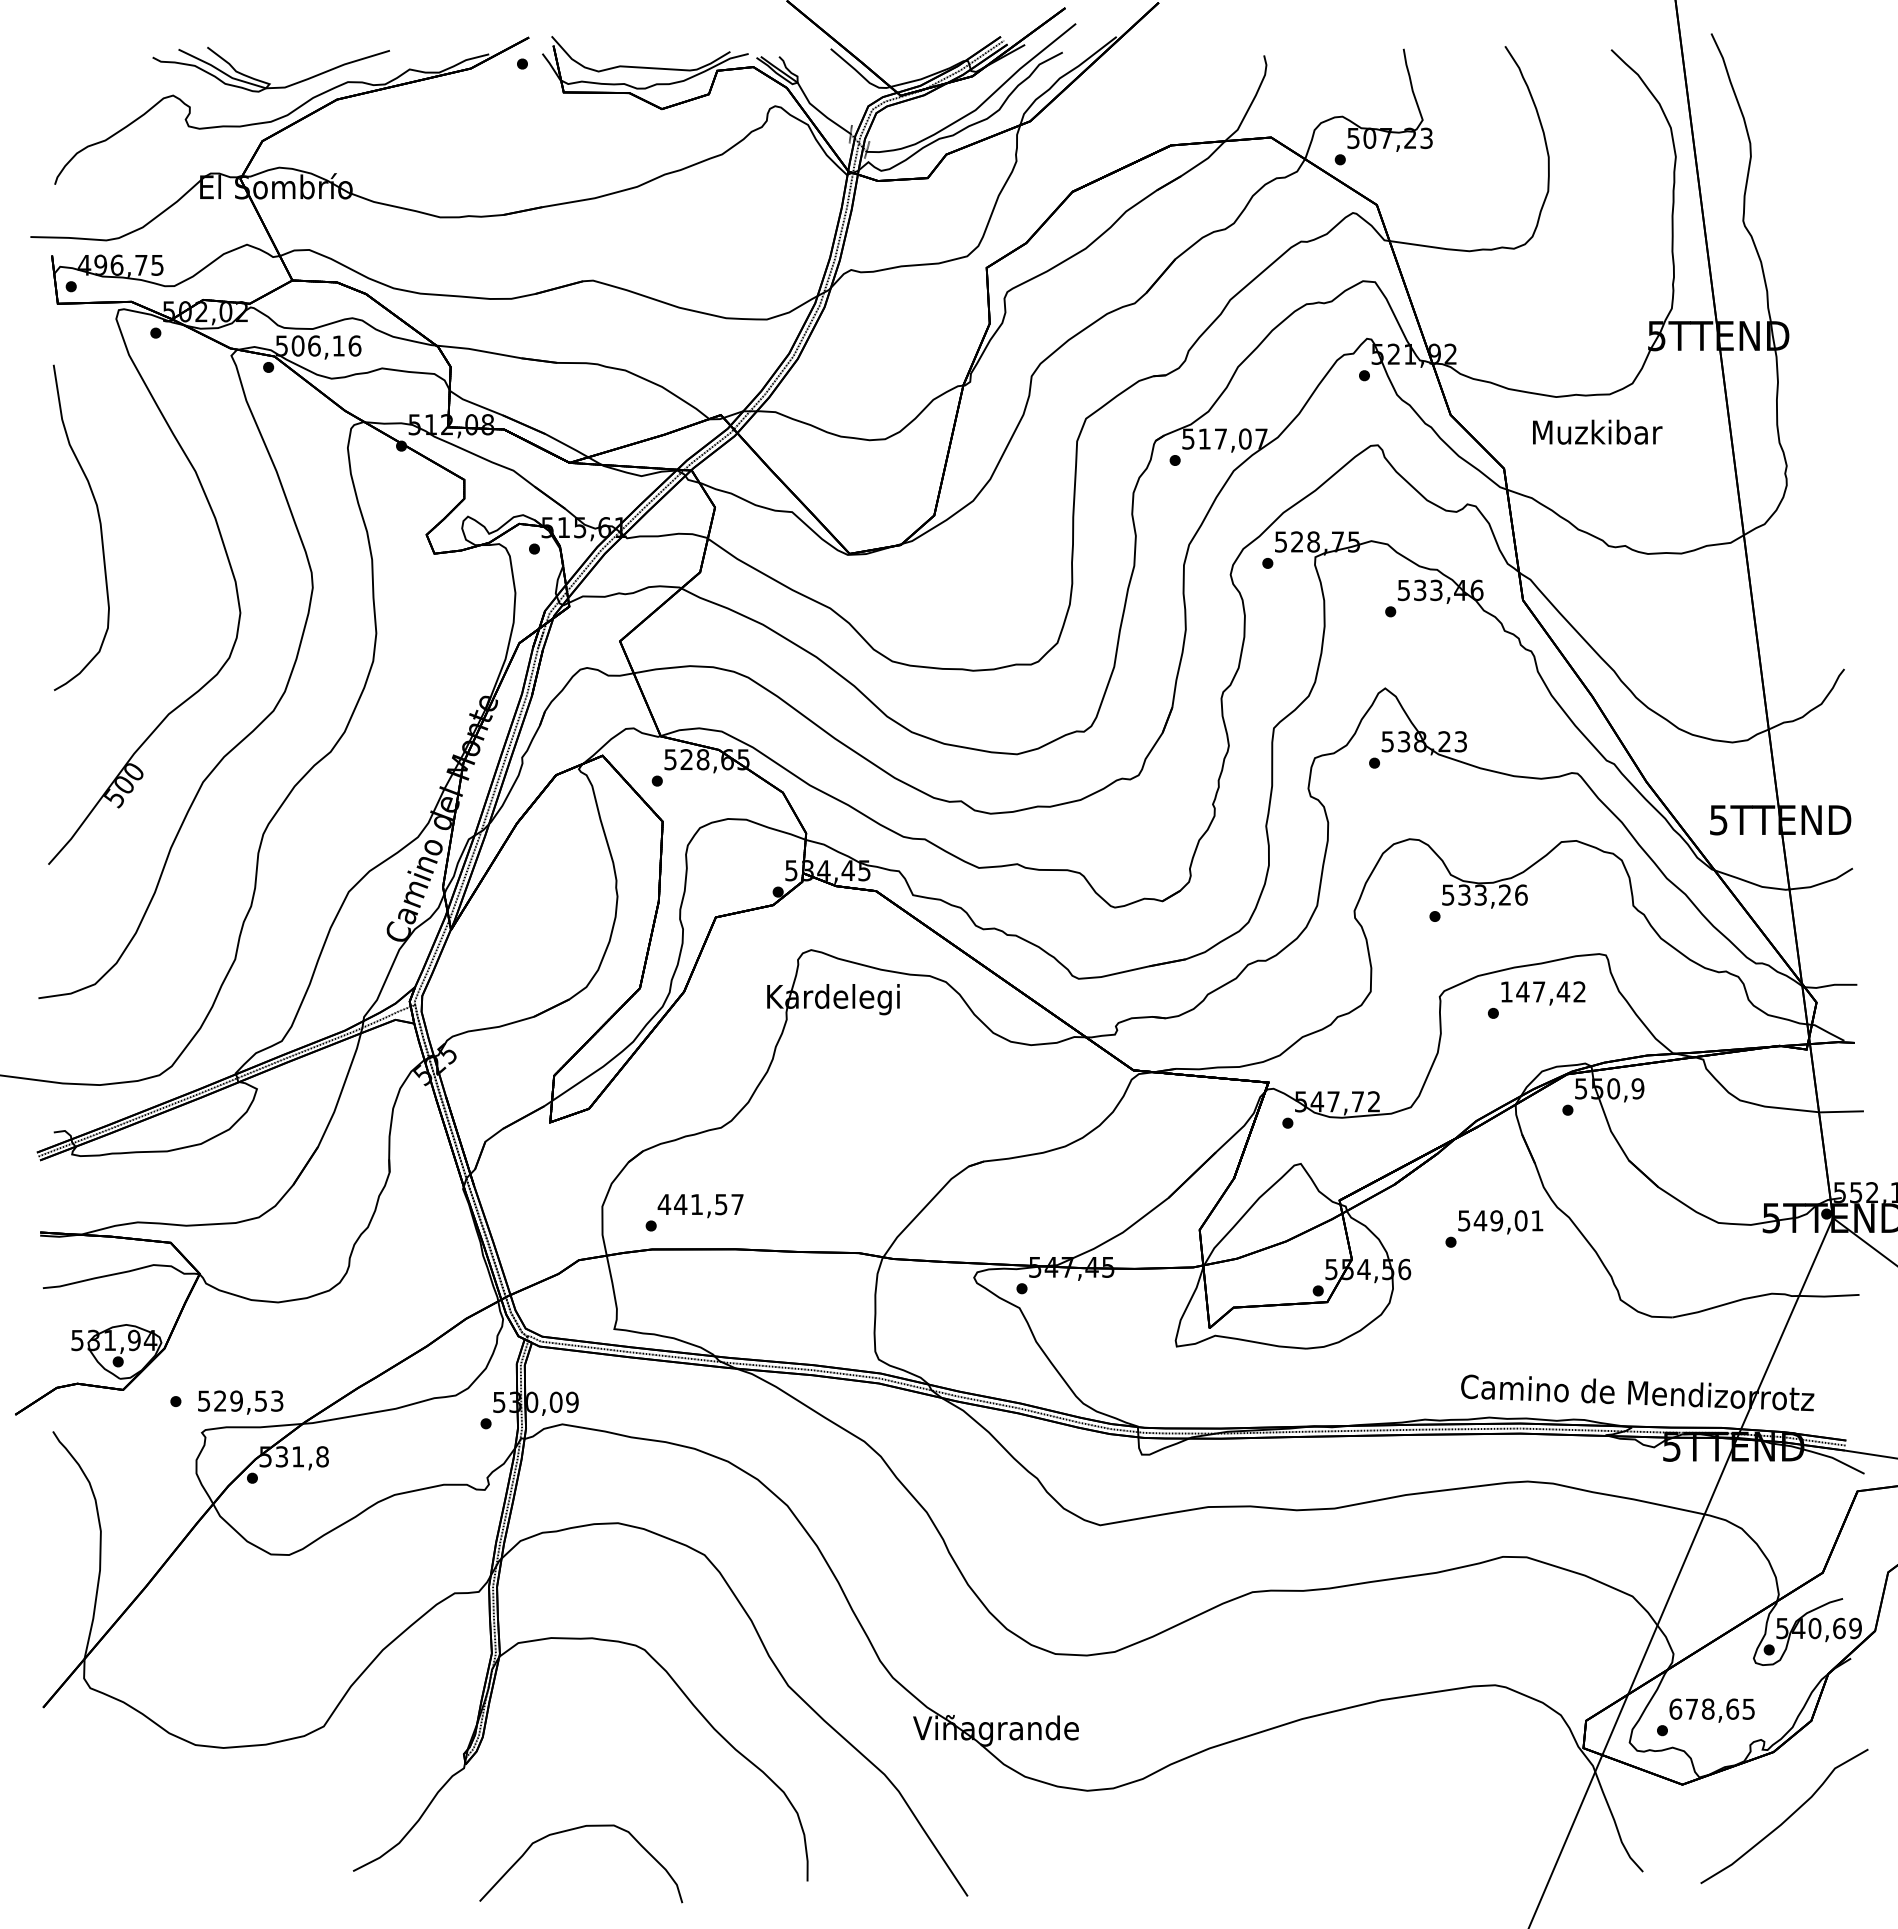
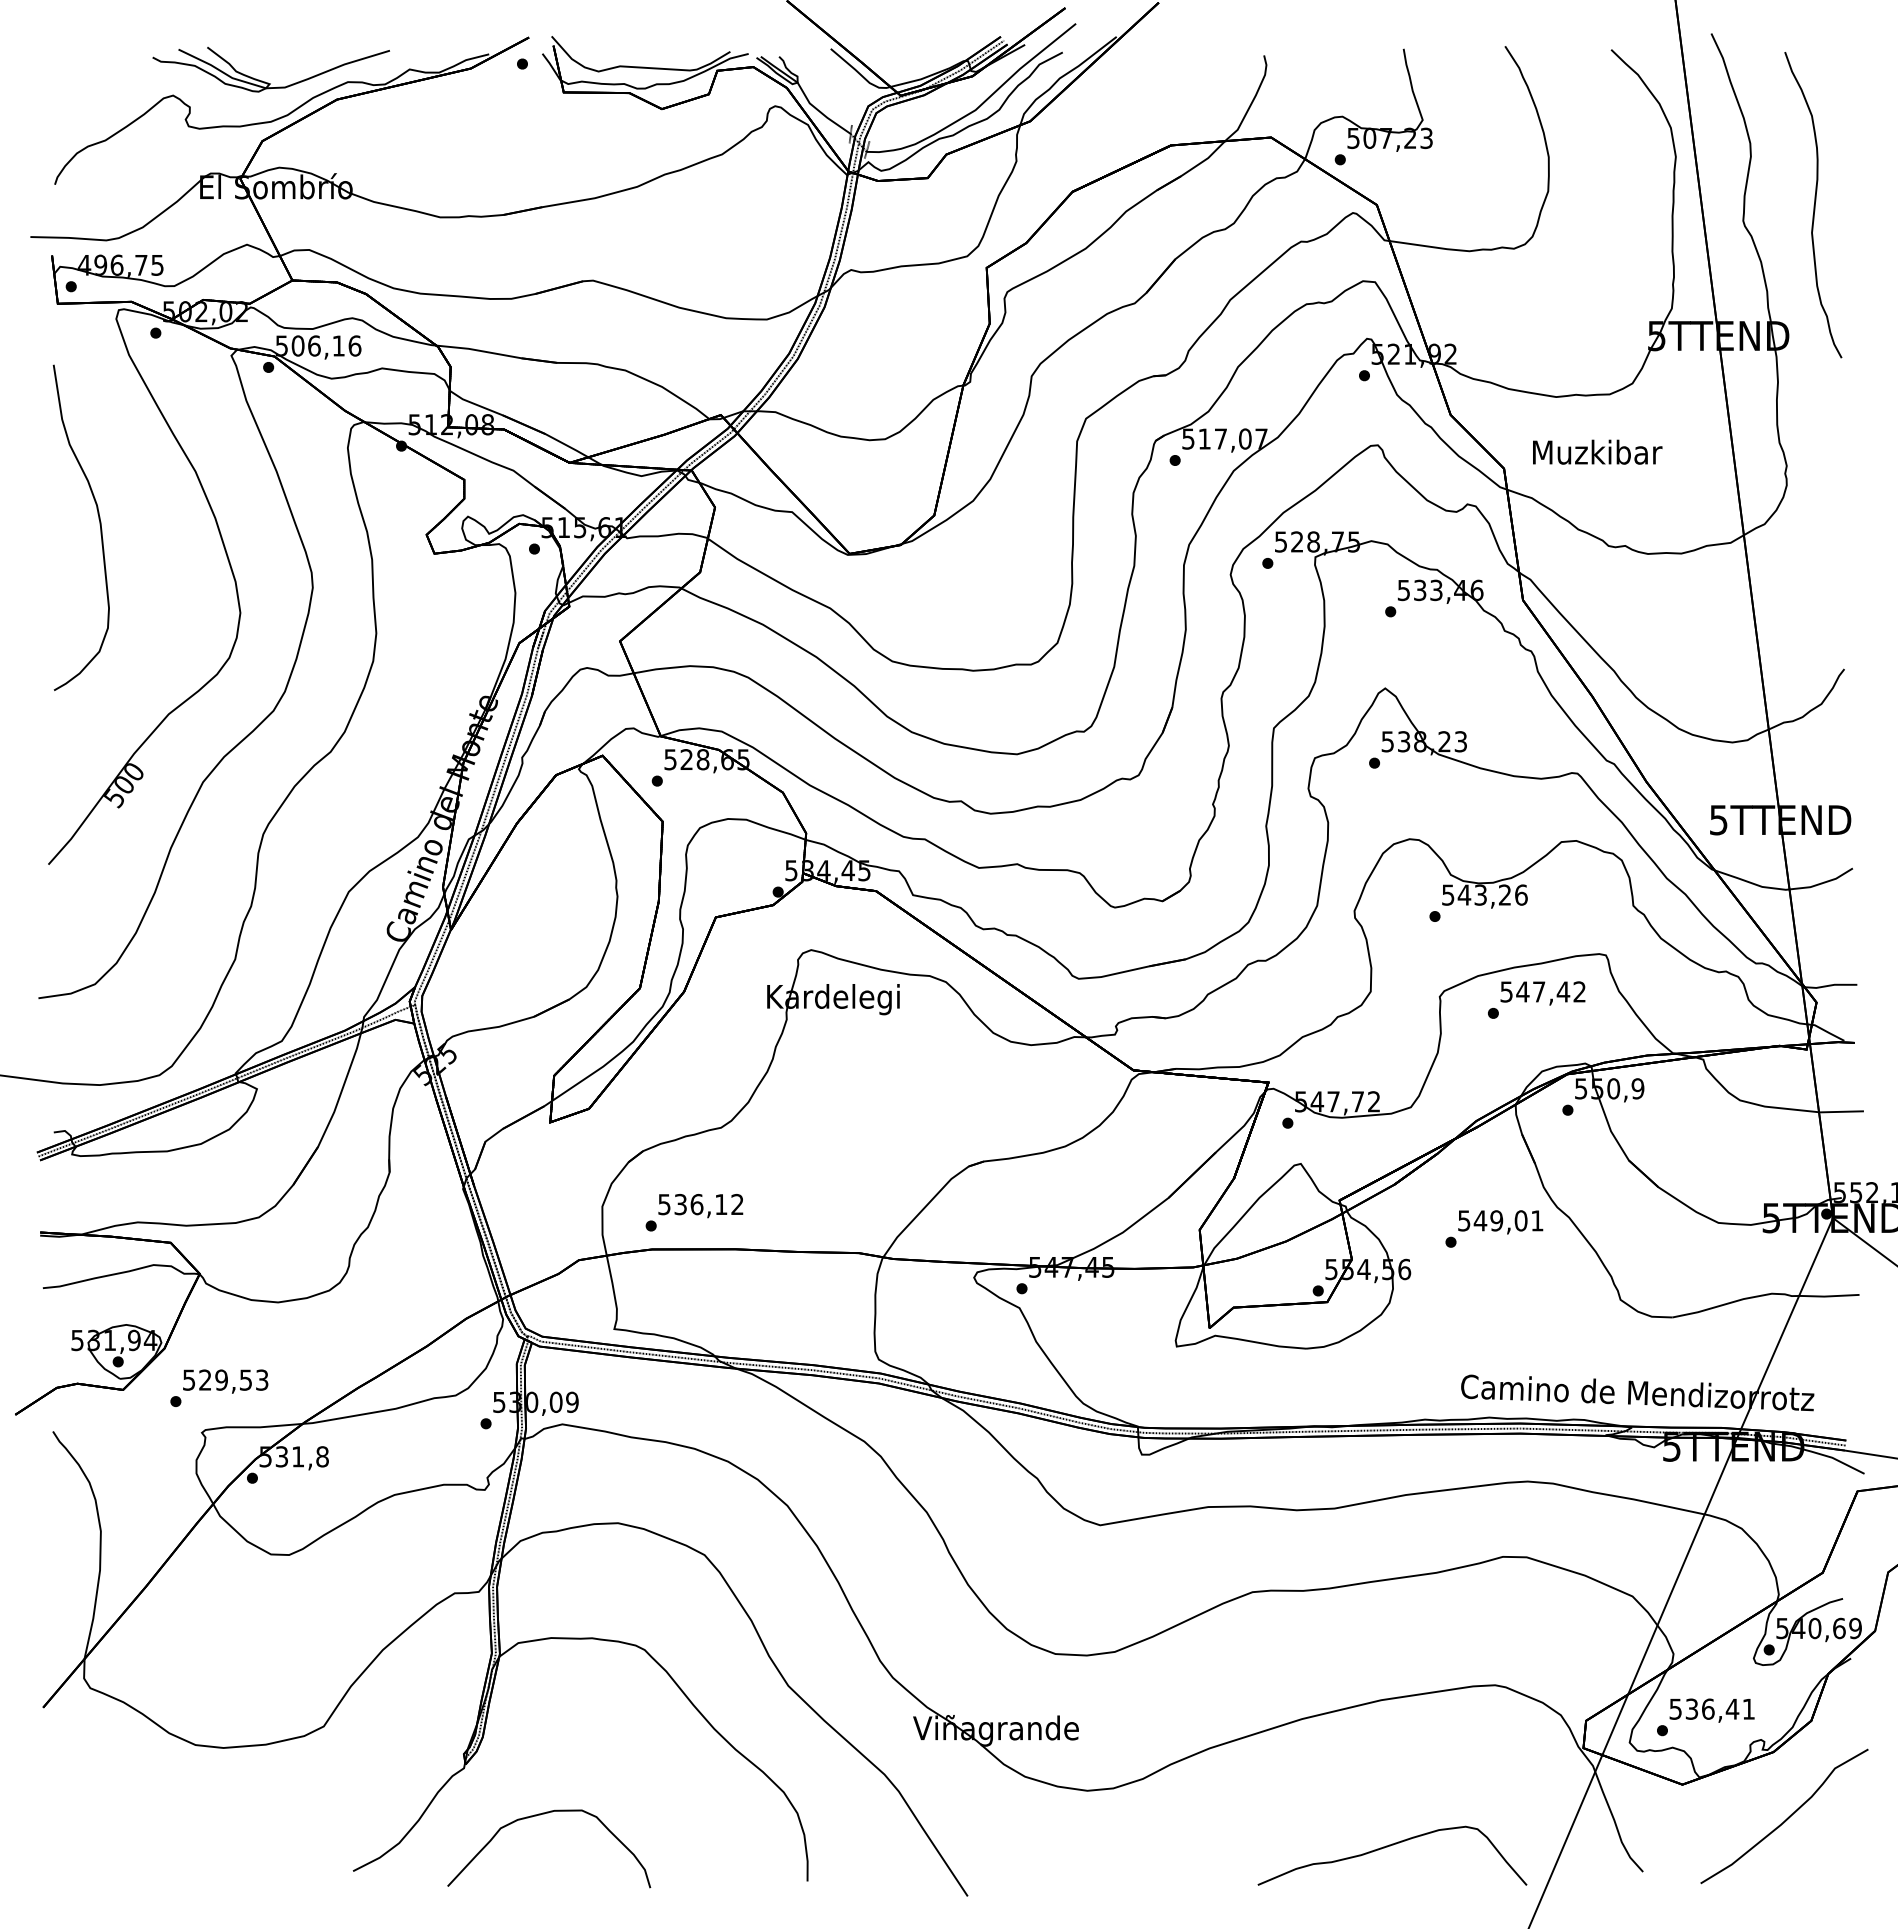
curve at (1813, 205): none -> present
text at (1597, 431) position: (1597, 431) -> (1597, 451)
text at (1464, 894): 533,26 -> 543,26
text at (1506, 991): 147,42 -> 547,42
text at (700, 1204): 441,57 -> 536,12
text at (240, 1402) position: (240, 1402) -> (225, 1381)
text at (1711, 1708): 678,65 -> 536,41
curve at (572, 1830) position: (572, 1830) -> (540, 1815)
curve at (1390, 1846): none -> present
